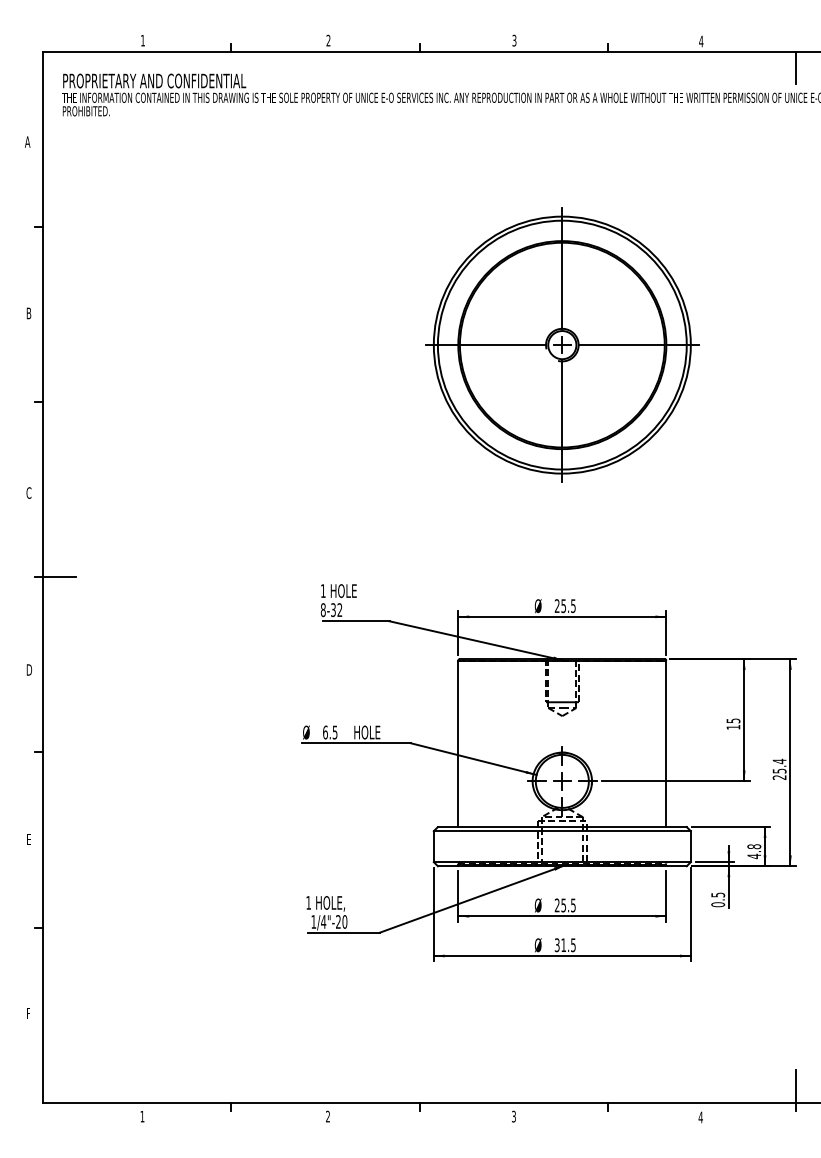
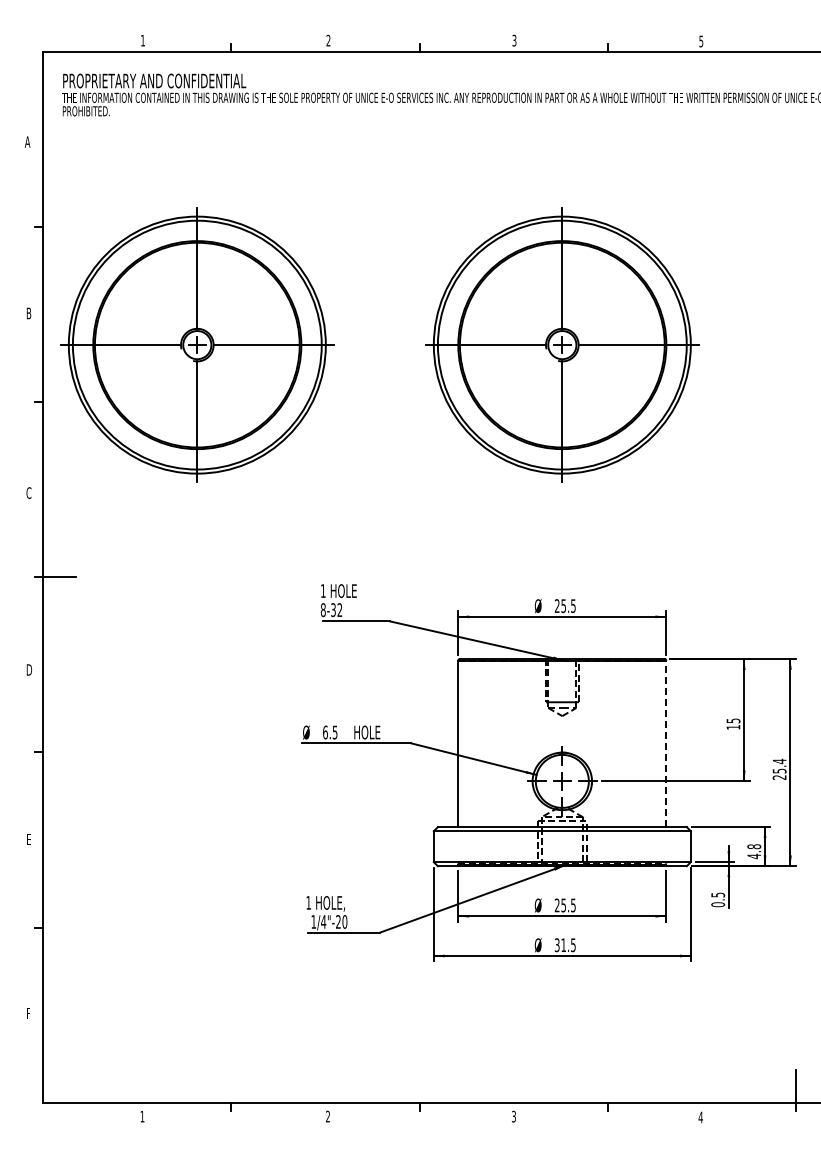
text at (701, 41): 4 -> 5
line at (796, 67): present -> none
part at (197, 344): none -> present
line at (666, 743): solid -> dashed
